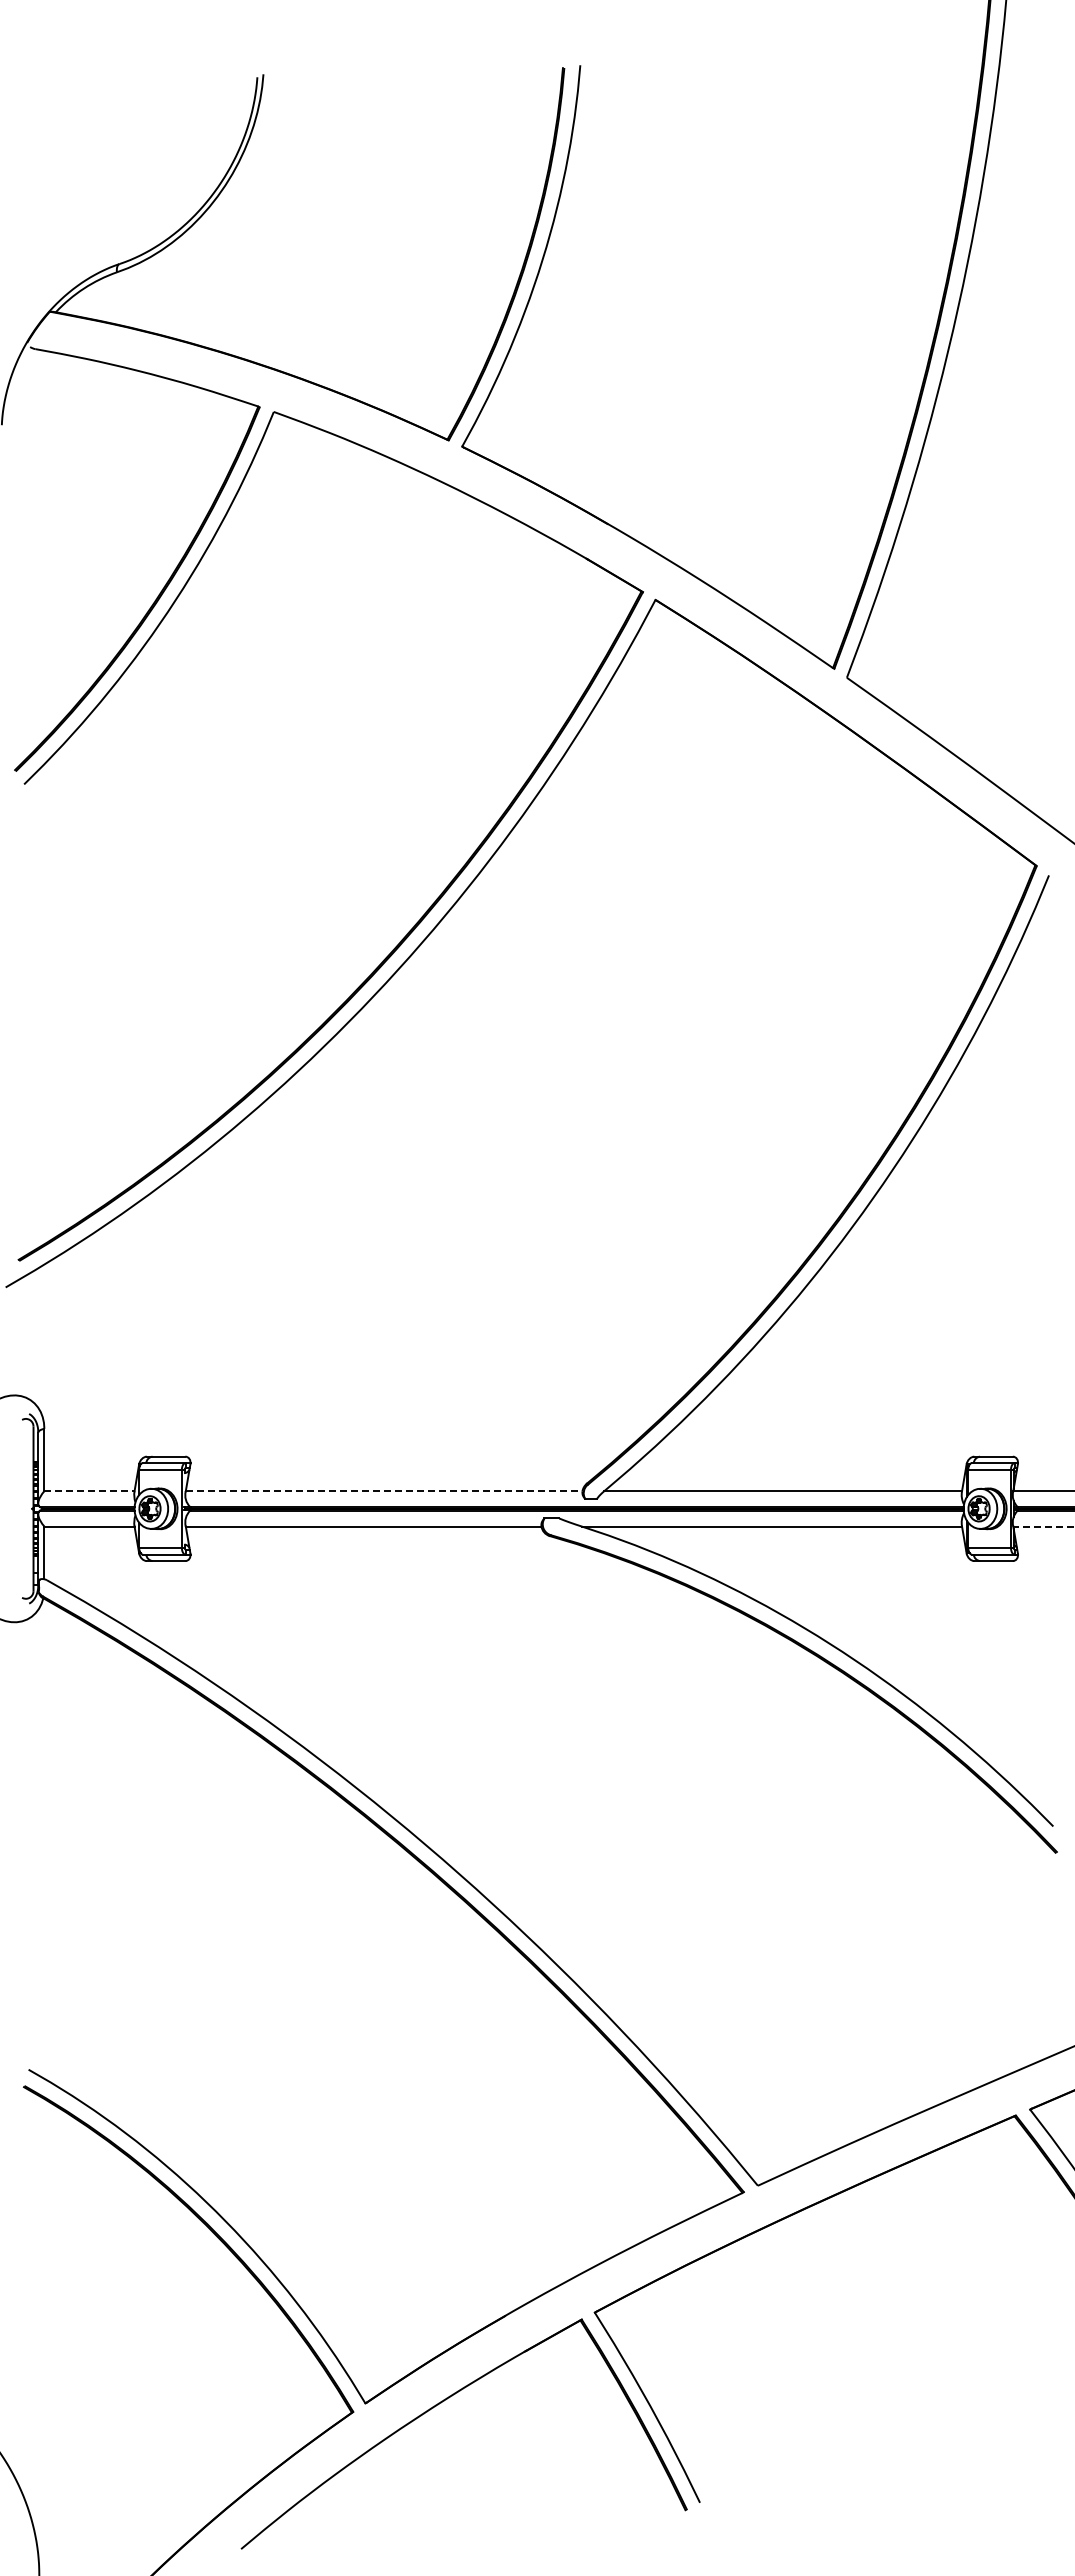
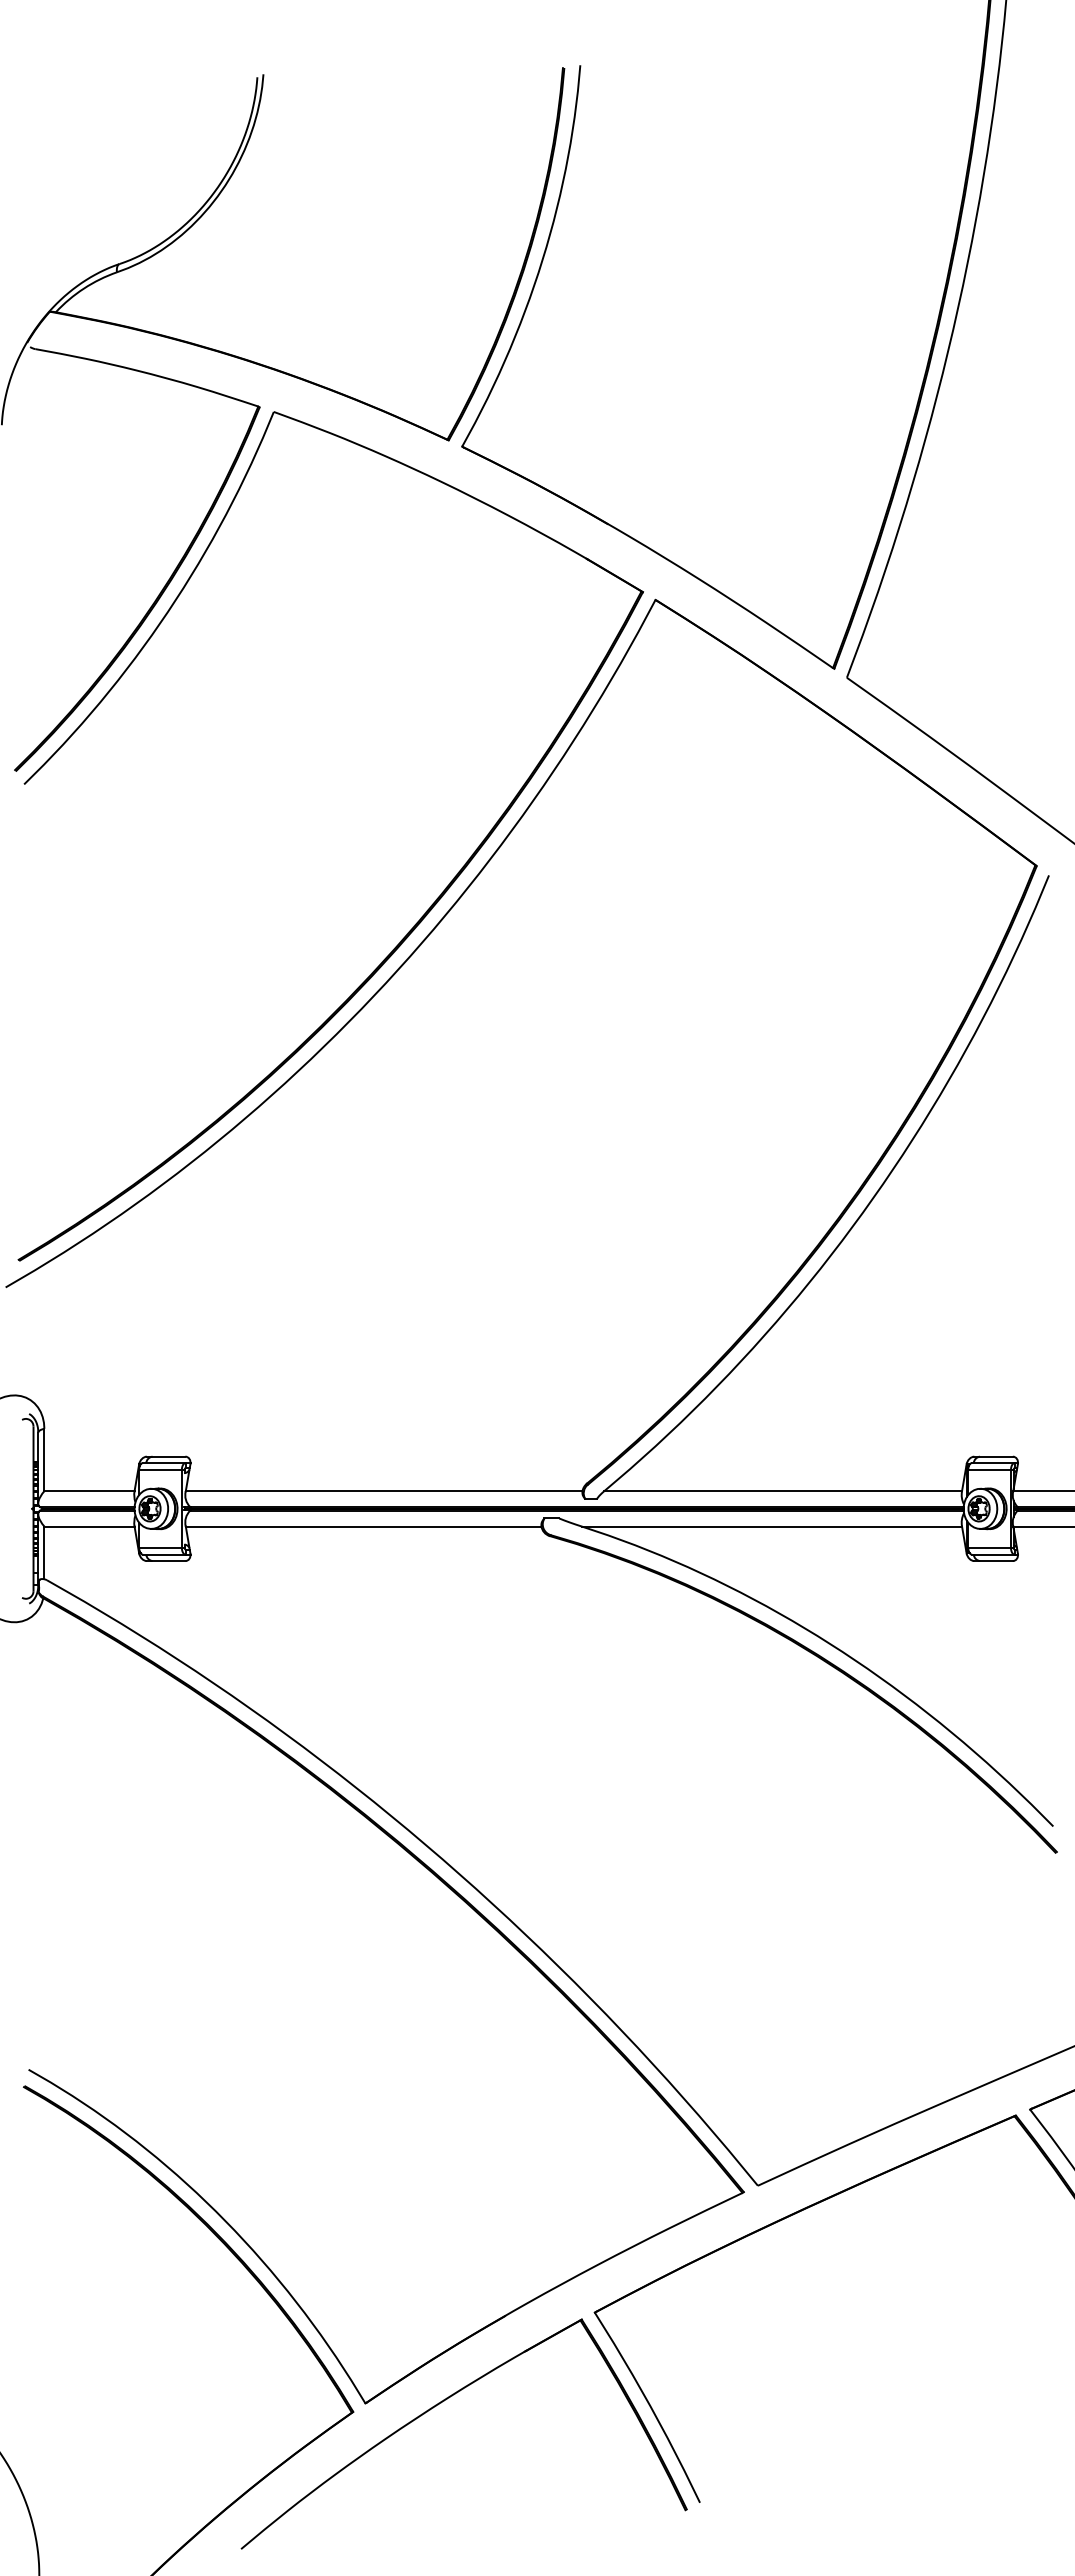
line at (89, 1491): dashed -> solid
line at (384, 1491): dashed -> solid
line at (1043, 1526): dashed -> solid
